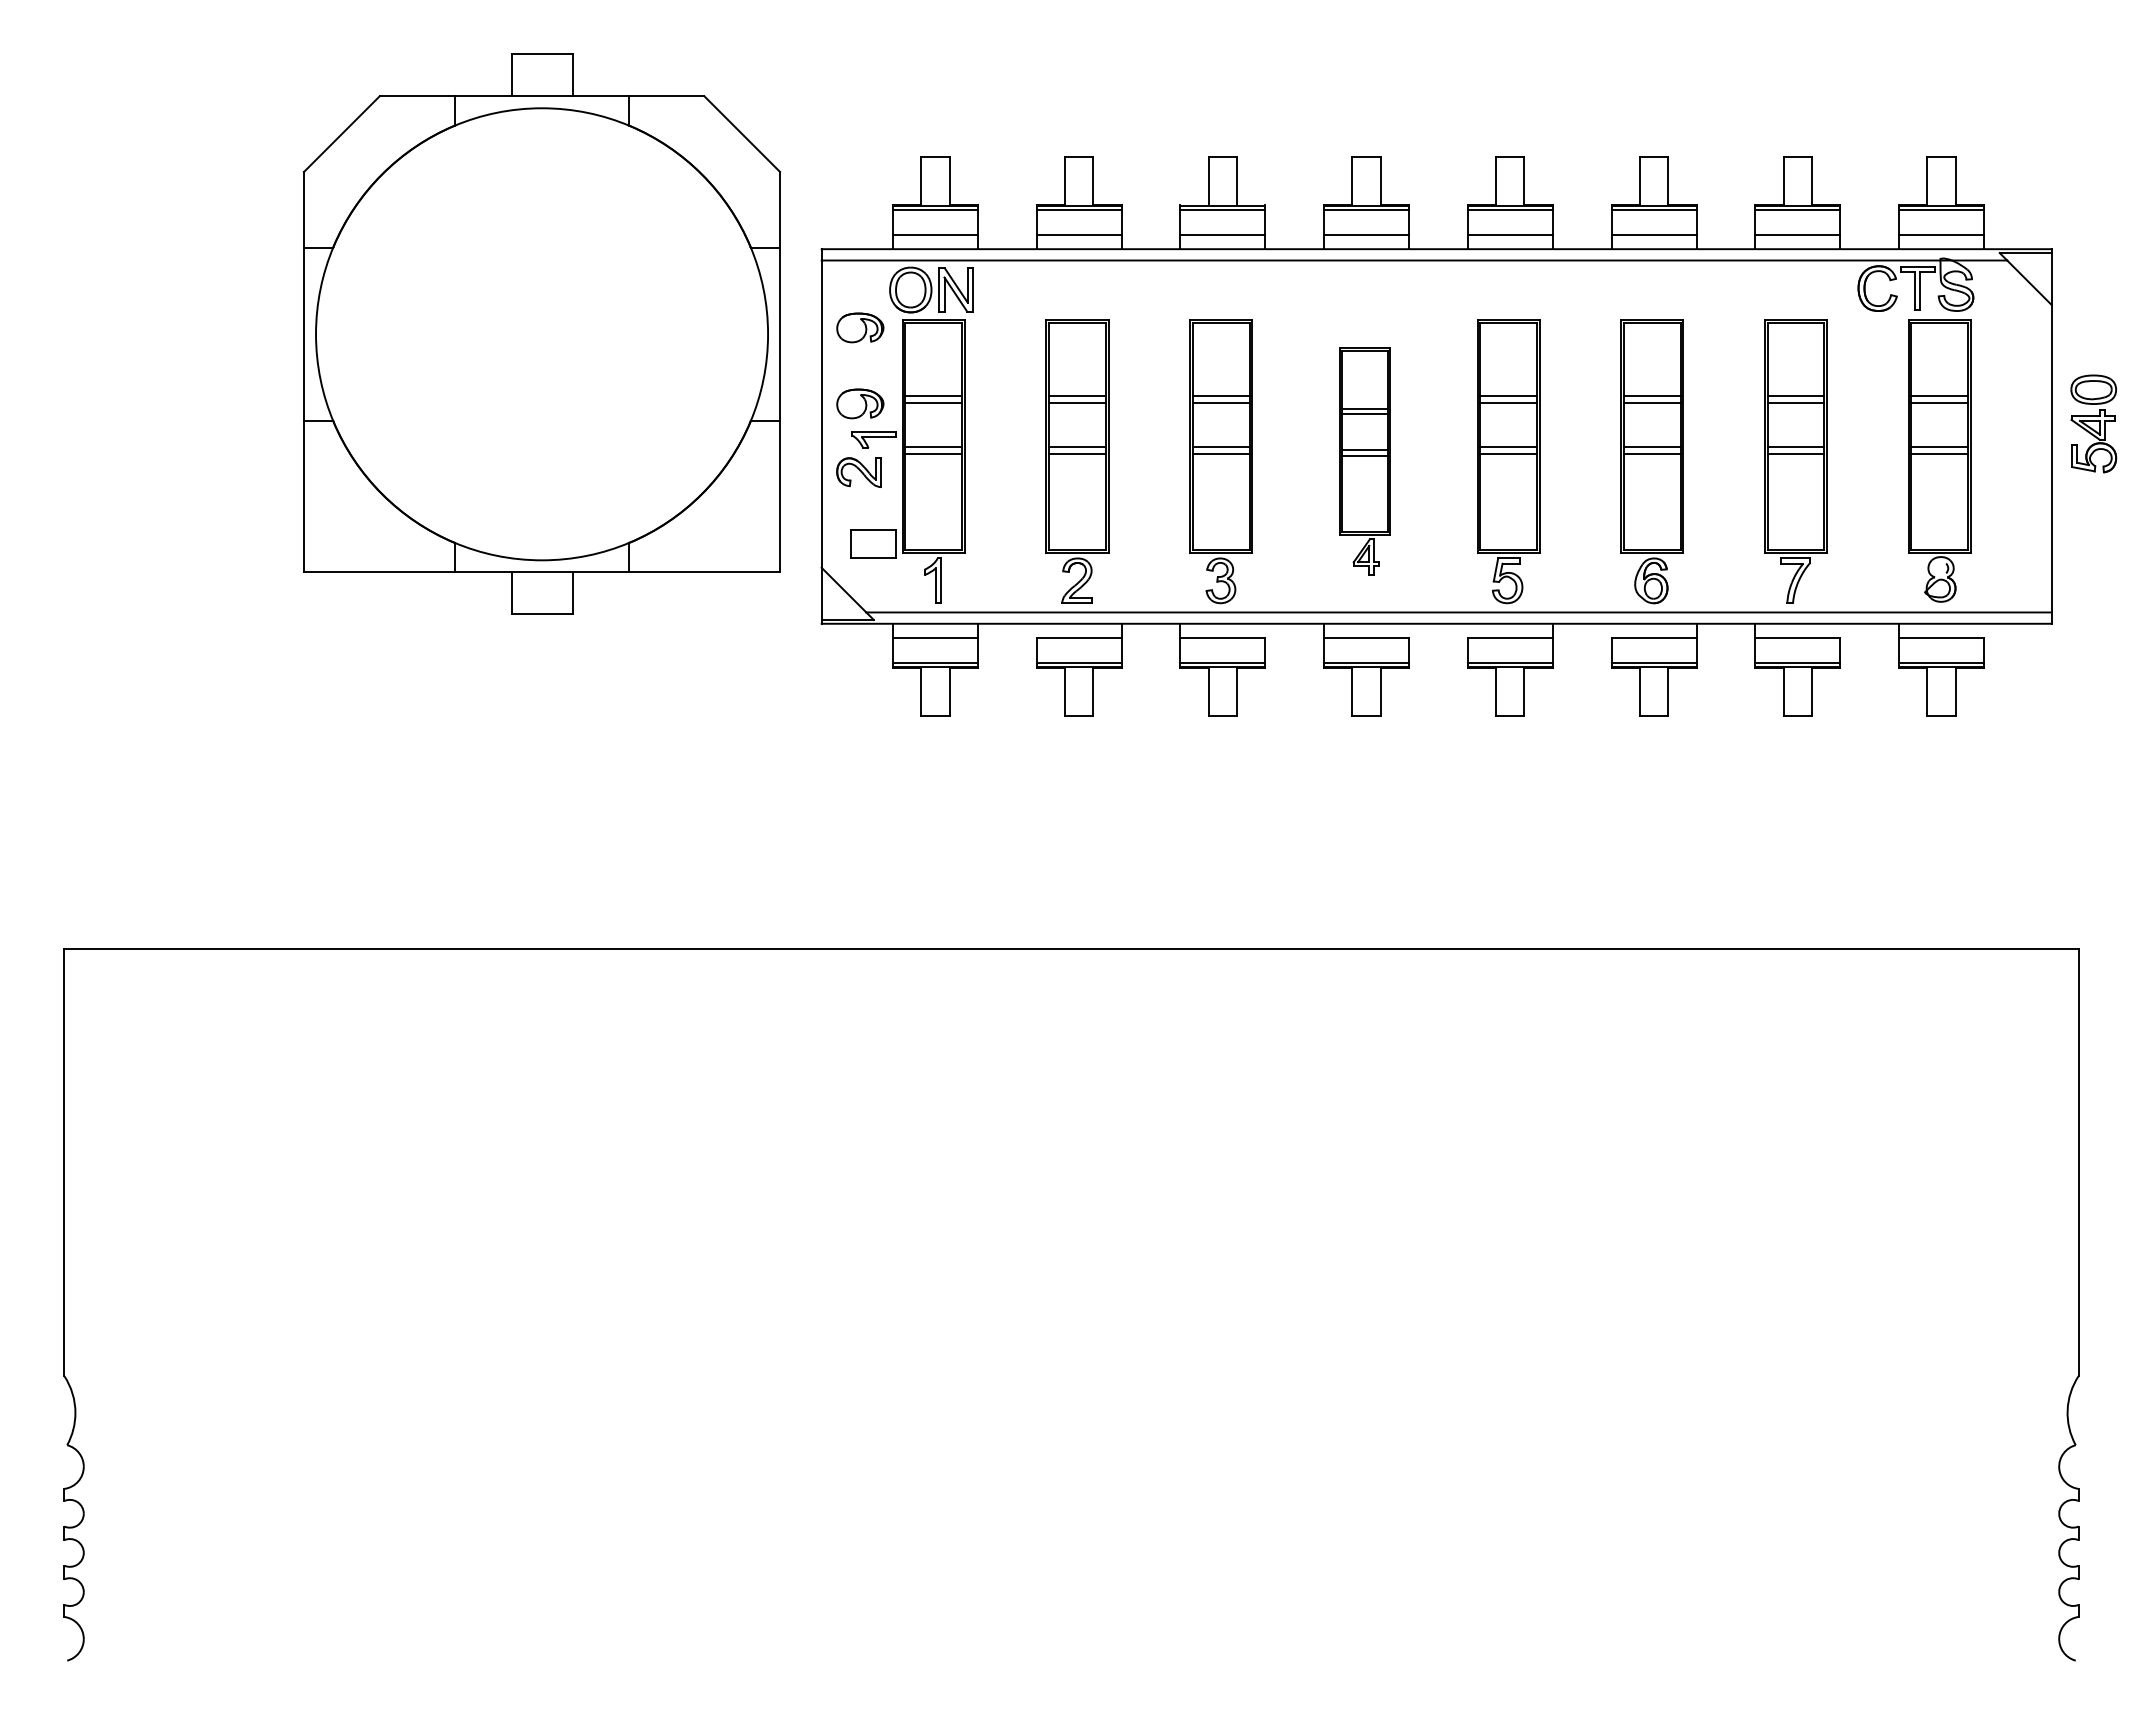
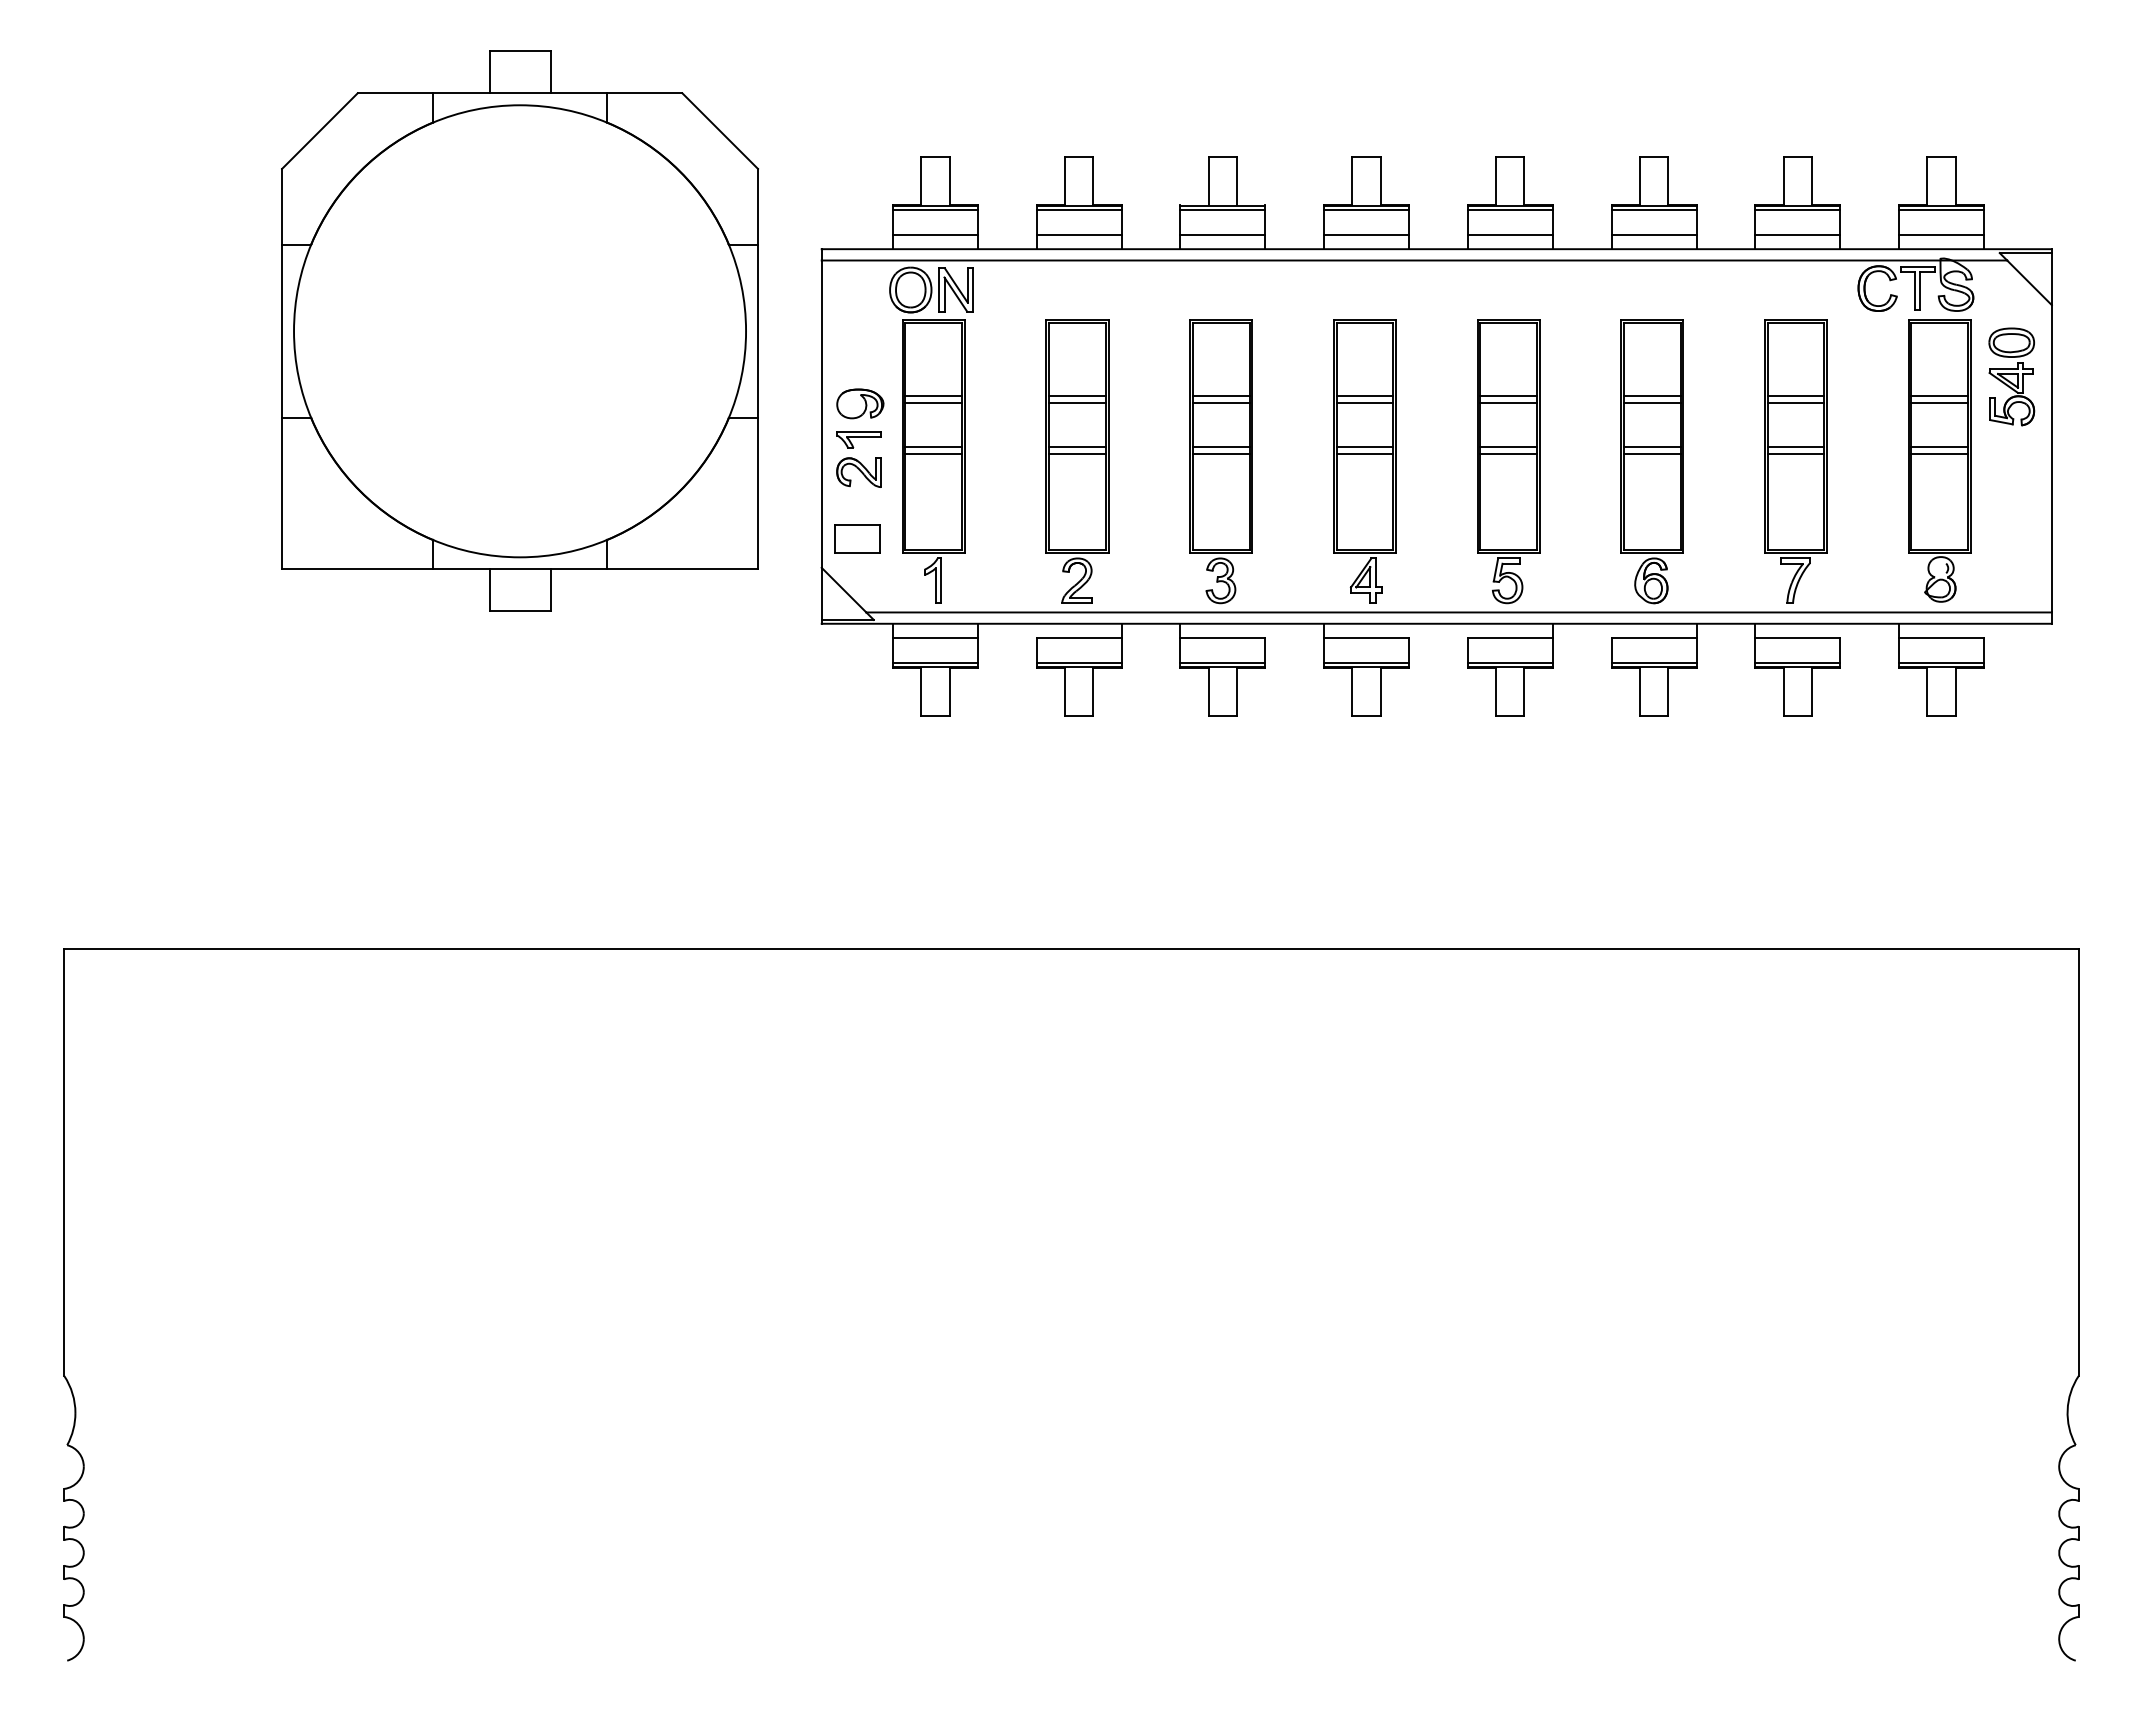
part at (860, 327): present -> none
part at (541, 333) position: (541, 333) -> (519, 330)
part at (2093, 423) position: (2093, 423) -> (2011, 376)
part at (873, 439) position: (873, 439) -> (858, 439)
part at (1364, 461) size: 52x229 px -> 64x285 px
part at (873, 543) position: (873, 543) -> (857, 538)
